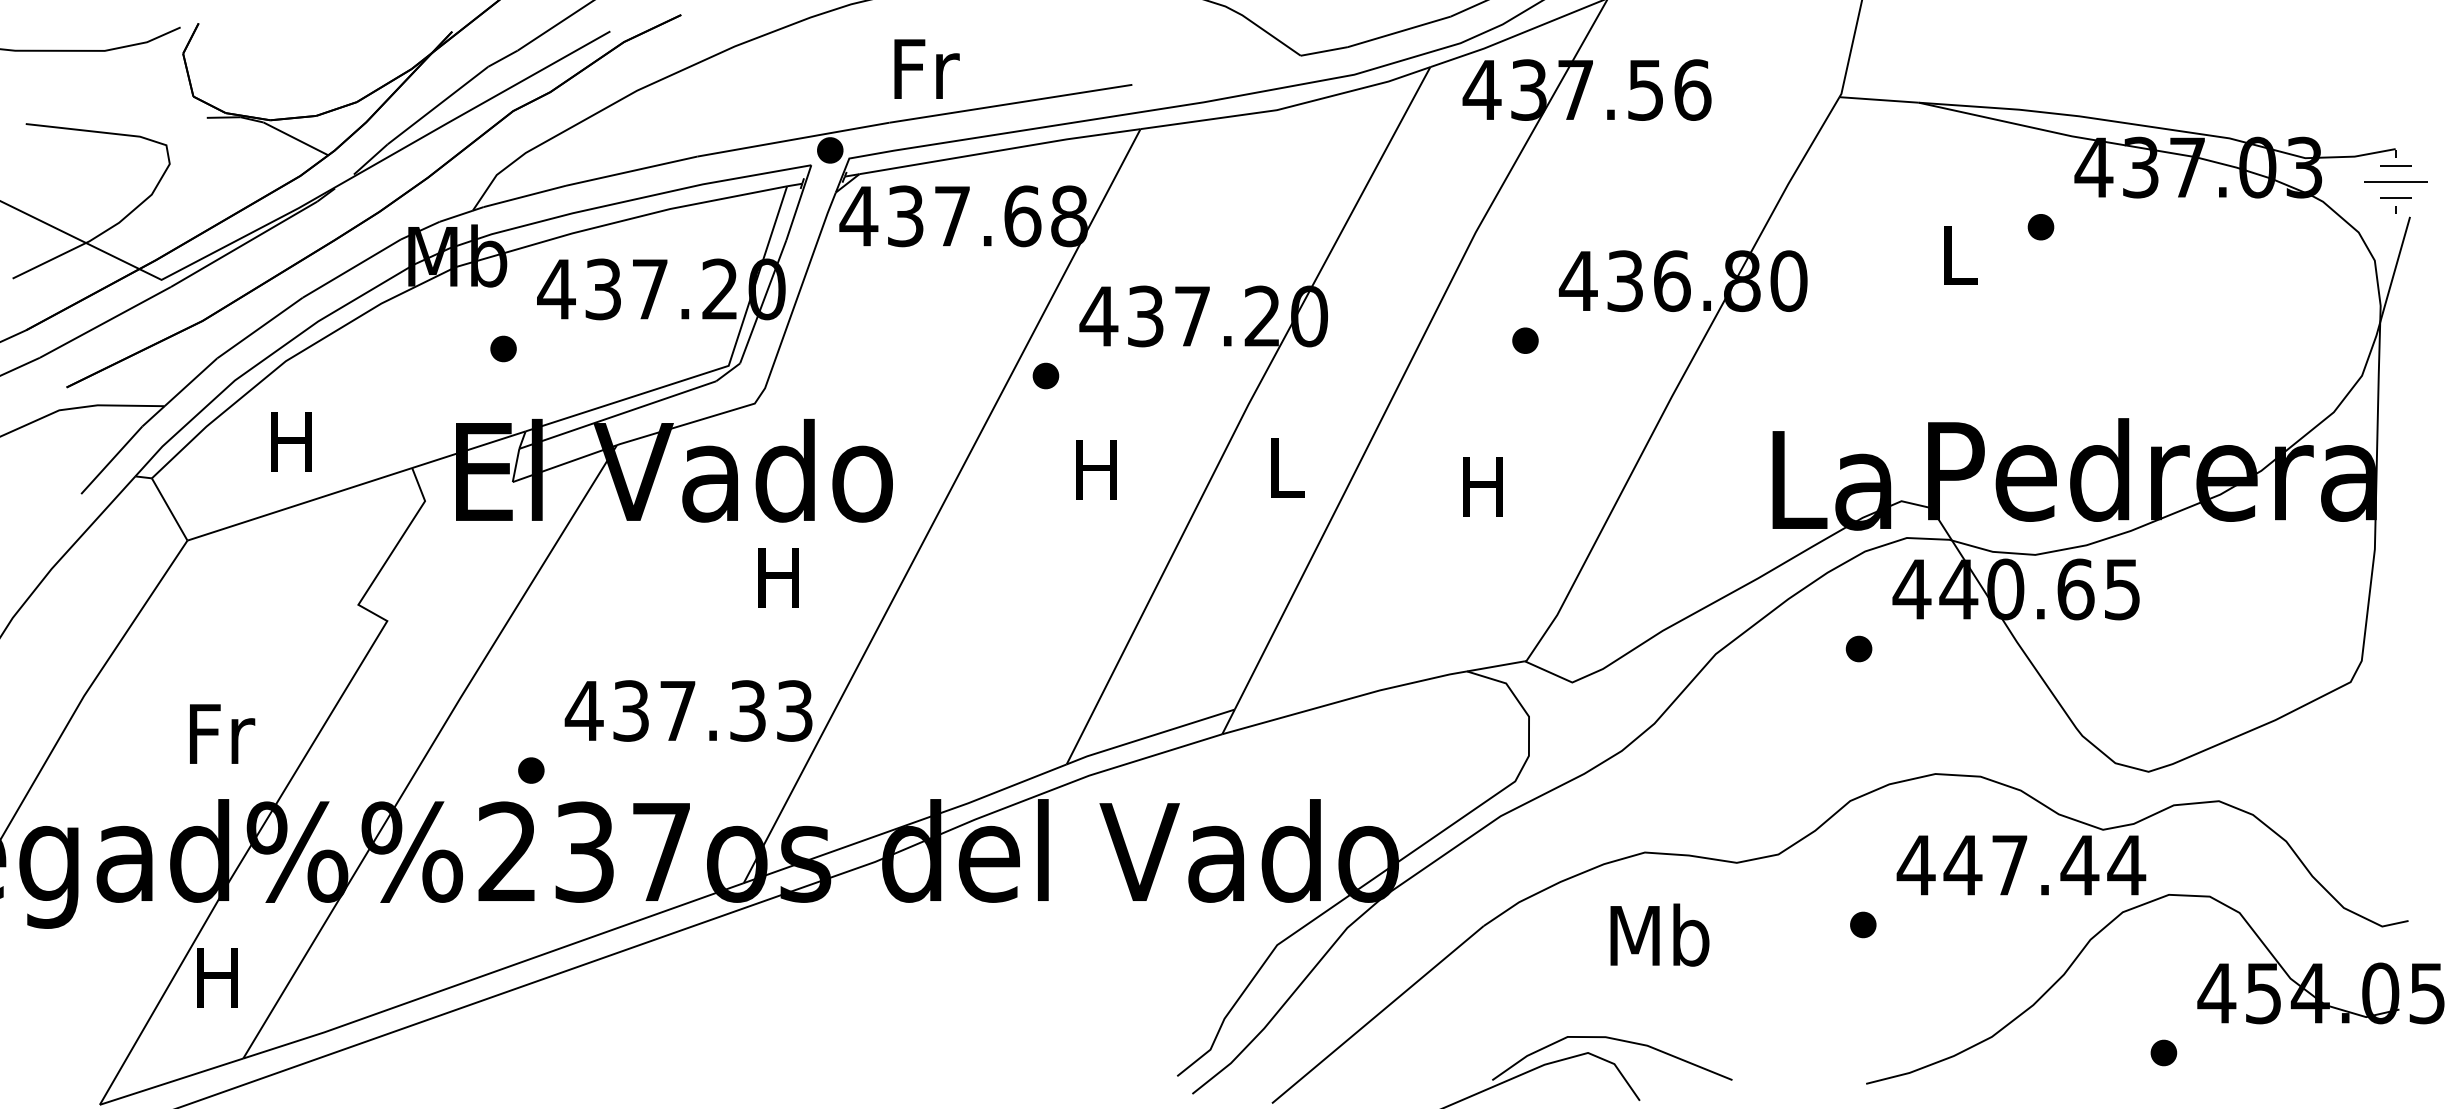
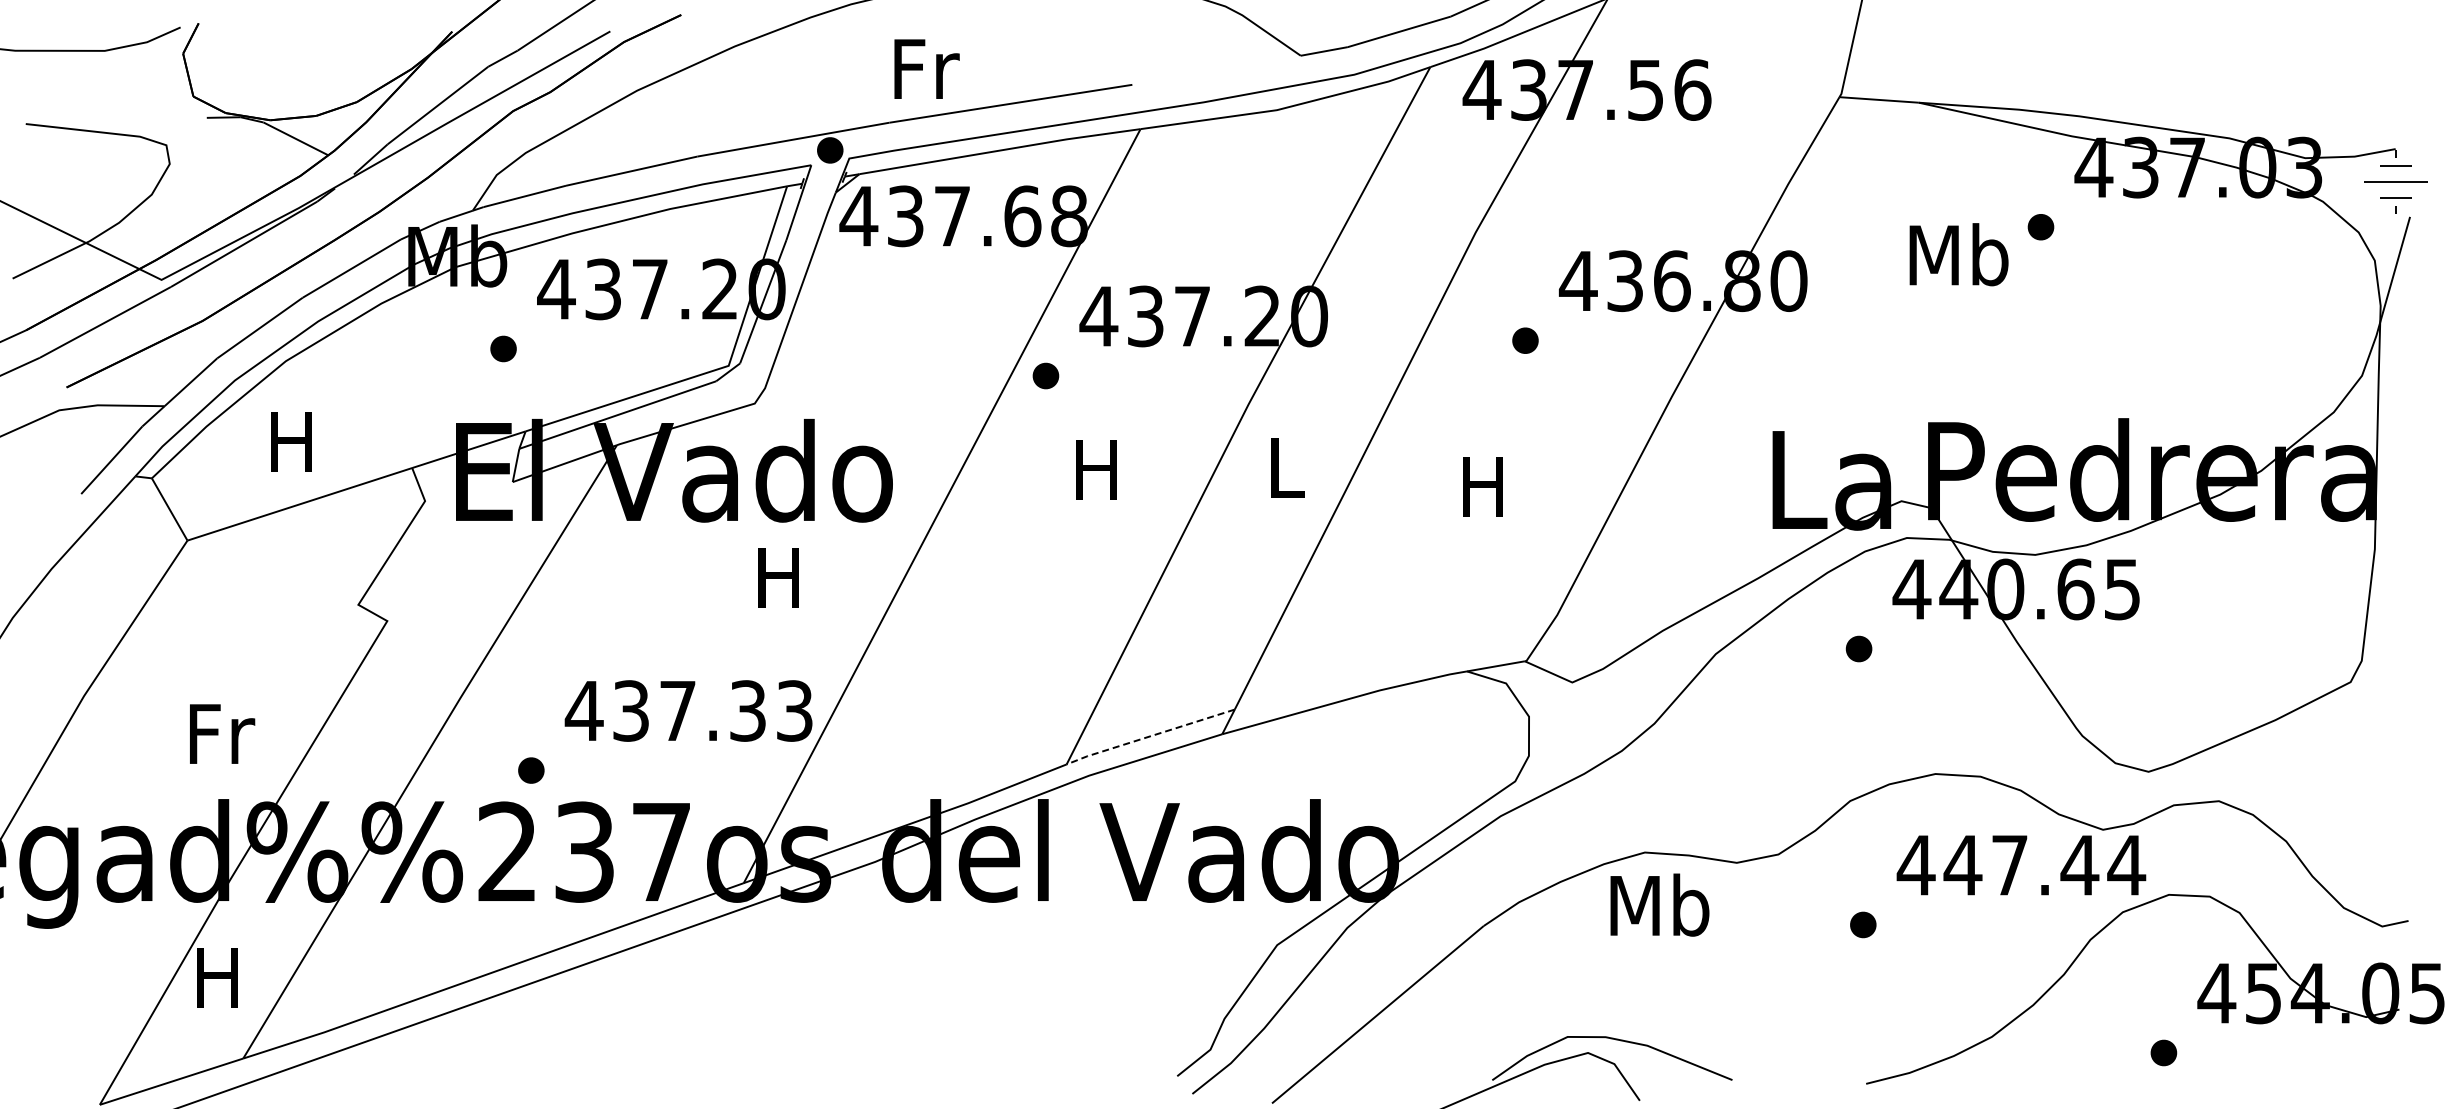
text at (1958, 254): L -> Mb
line at (1149, 736): solid -> dashed
text at (1659, 934) position: (1659, 934) -> (1659, 904)
